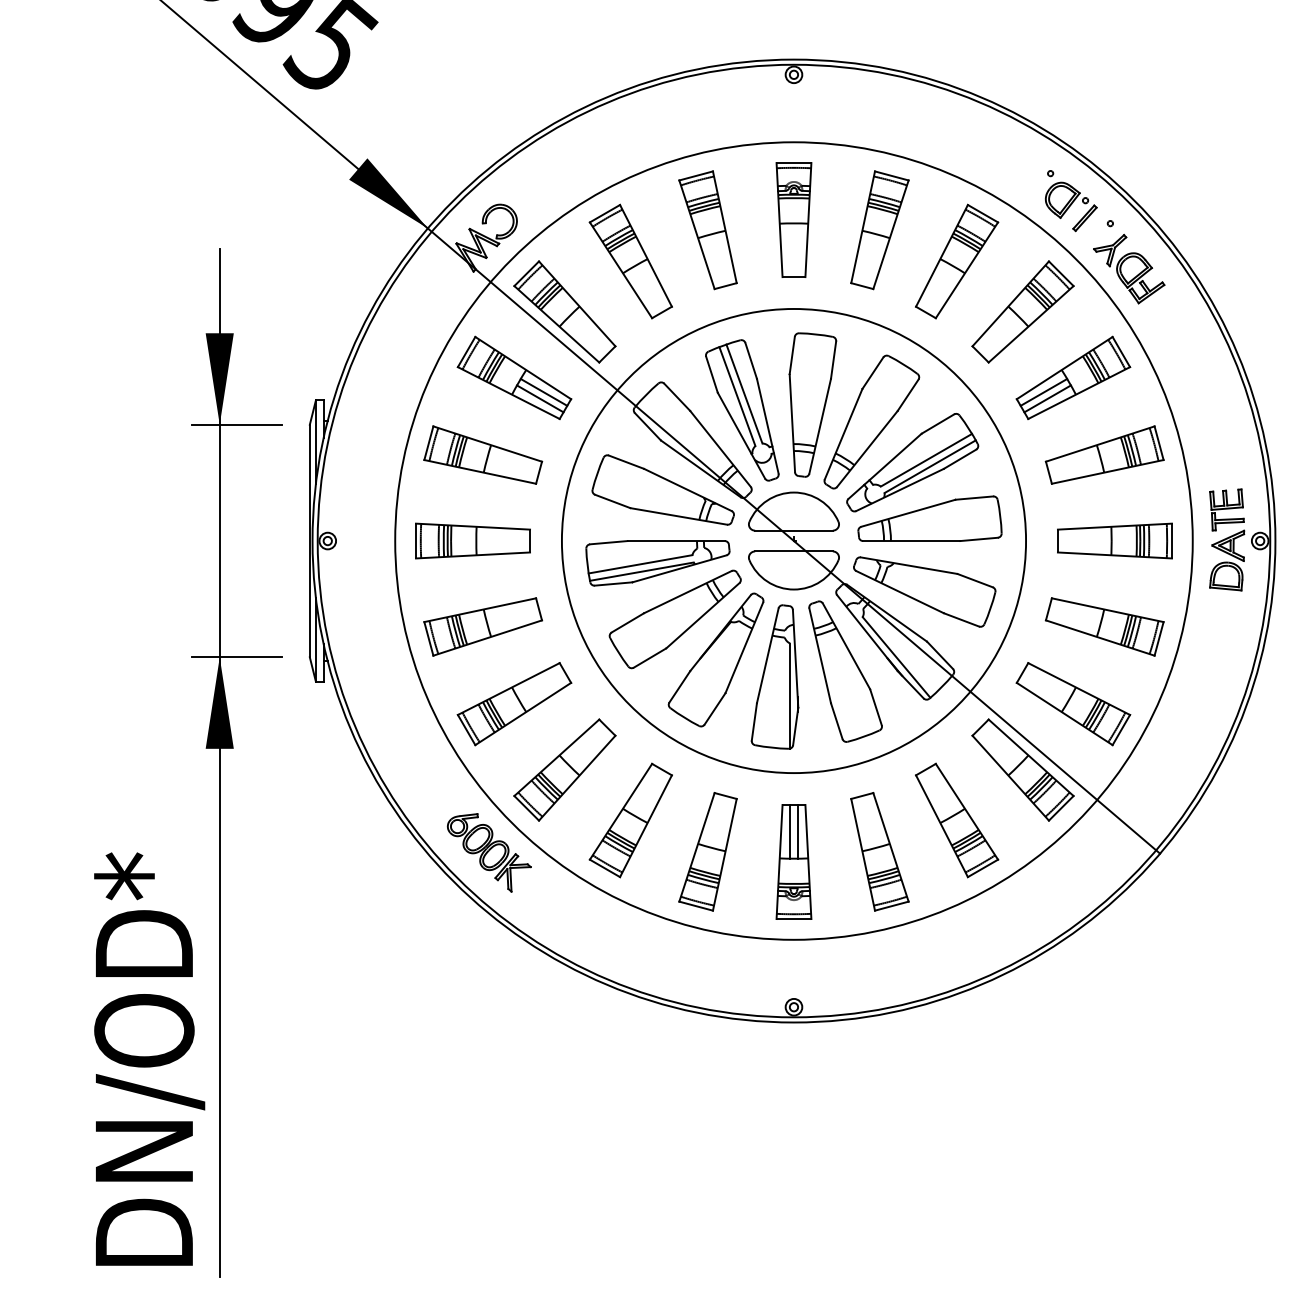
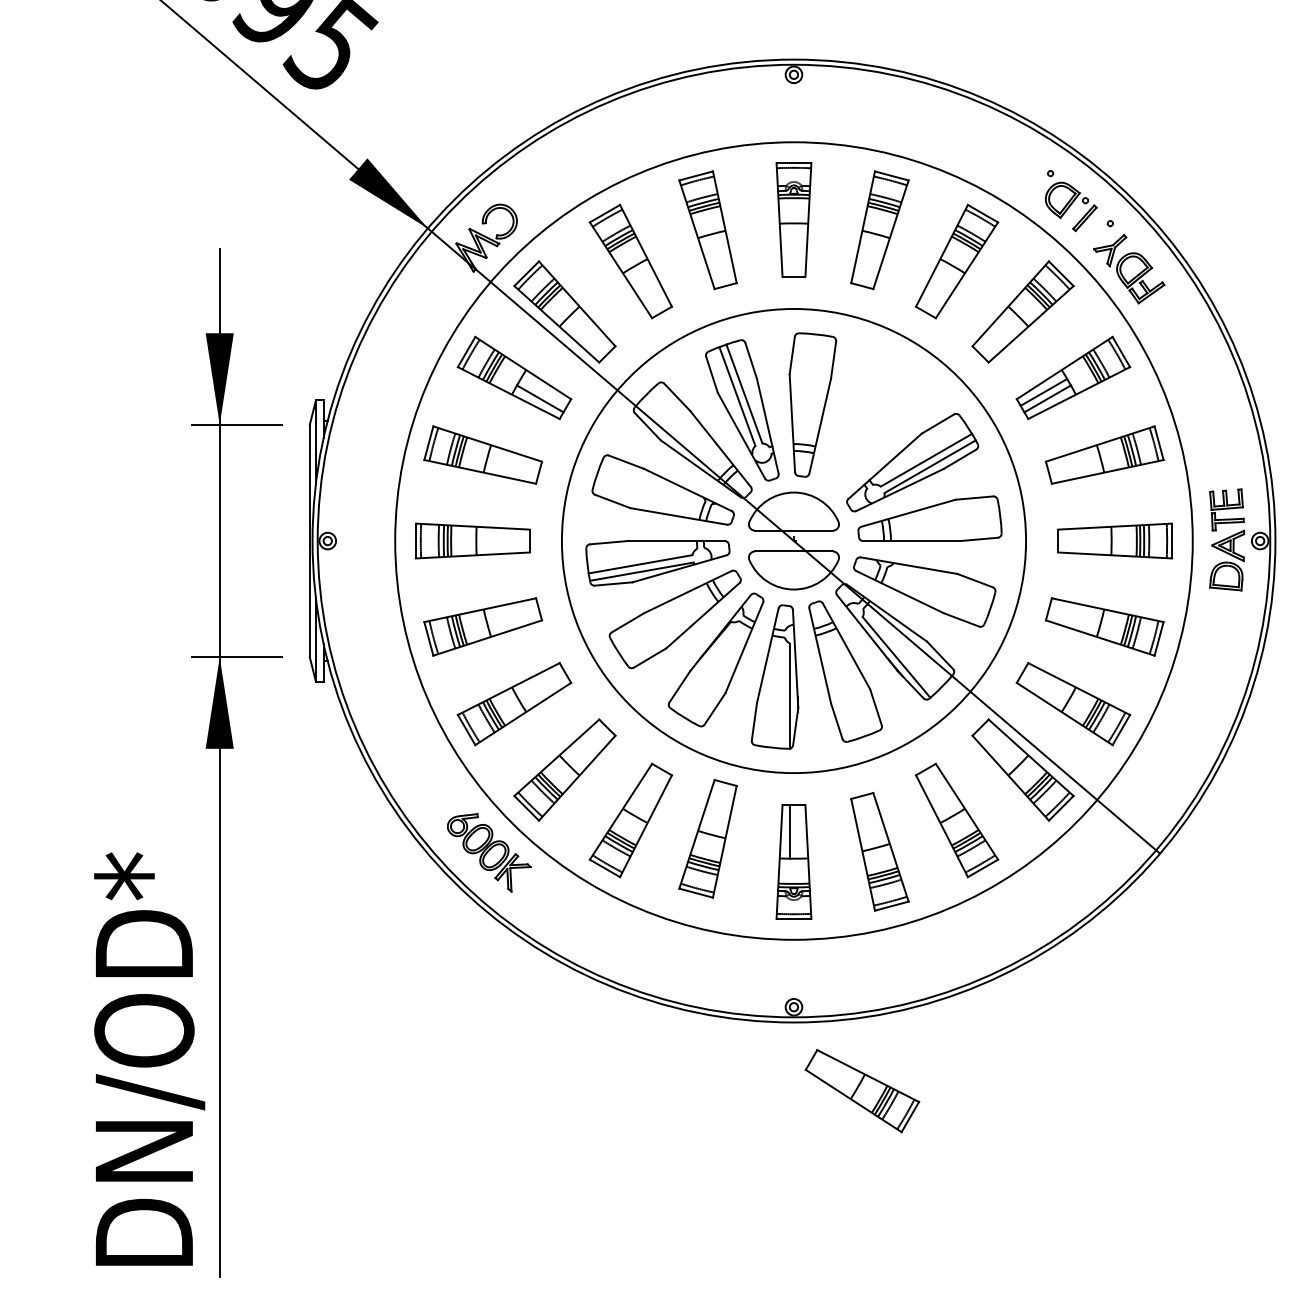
line at (543, 391): present -> none
part at (871, 421): present -> none
line at (797, 831): present -> none
part at (707, 851) position: (707, 851) -> (707, 838)
part at (862, 1091): none -> present
